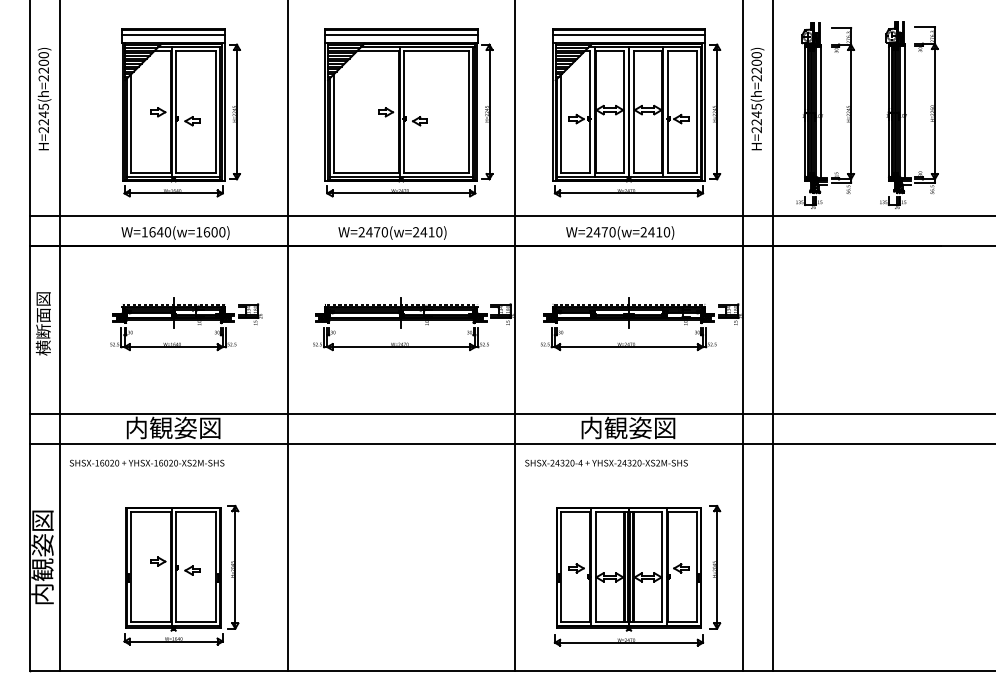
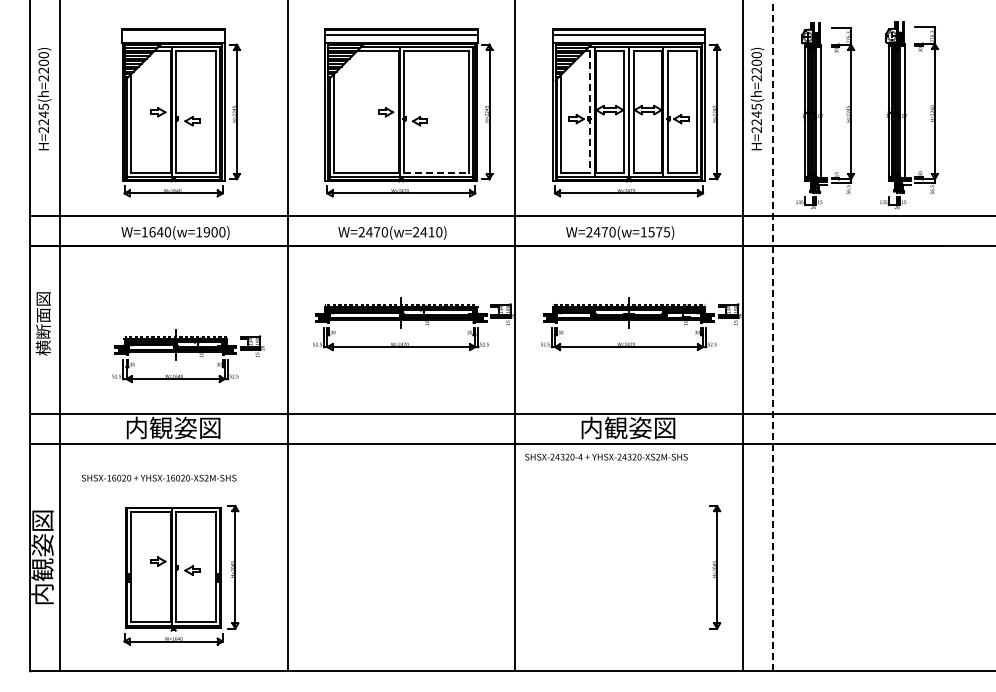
line at (173, 34): present -> none
line at (589, 111): solid -> dashed
line at (437, 172): solid -> dashed
text at (206, 232): W=1640(w=1600) -> W=1640(w=1900)
text at (655, 232): W=2470(w=2410) -> W=2470(w=1575)
part at (186, 324) position: (186, 324) -> (188, 356)
line at (772, 335): solid -> dashed
text at (146, 462) position: (146, 462) -> (158, 477)
text at (606, 462) position: (606, 462) -> (606, 456)
part at (628, 576): present -> none
